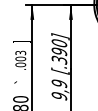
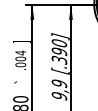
text at (20, 52): .003 -> .004
